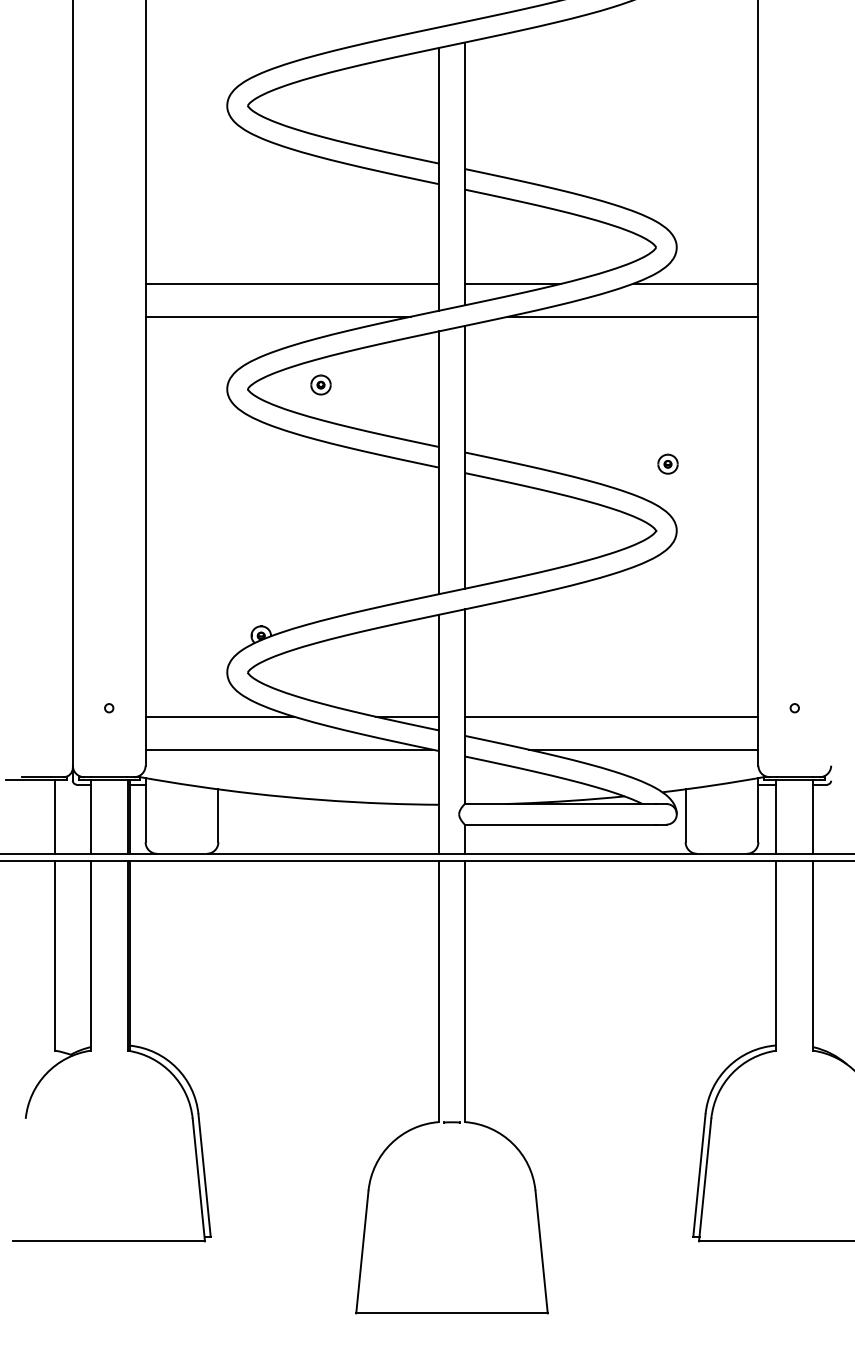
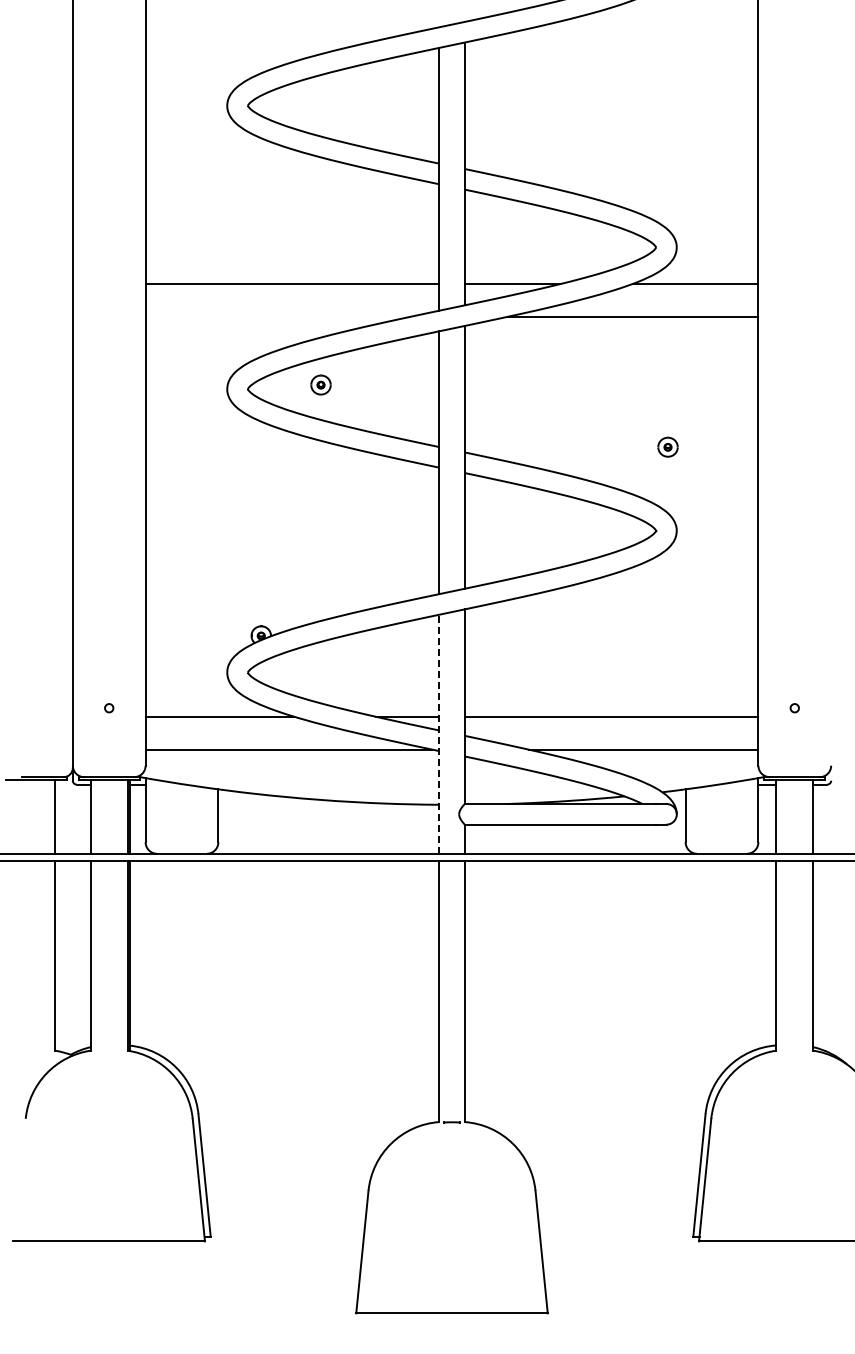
line at (277, 316): present -> none
part at (667, 463) position: (667, 463) -> (667, 446)
line at (439, 733): solid -> dashed
